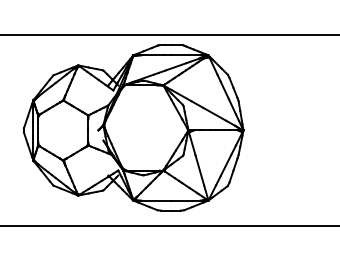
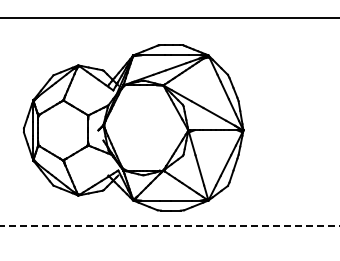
line at (169, 35) position: (169, 35) -> (169, 18)
line at (169, 225): solid -> dashed
